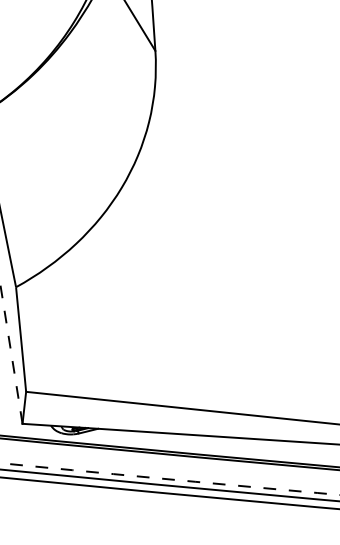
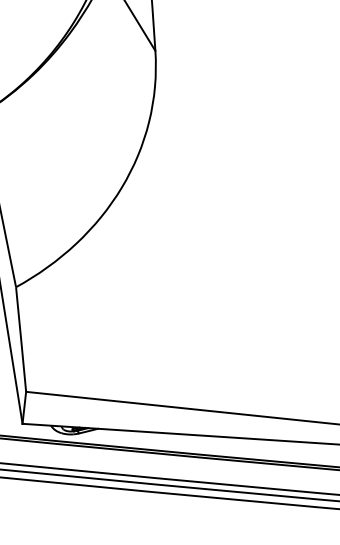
line at (11, 352): dashed -> solid
arc at (169, 479): dashed -> solid
